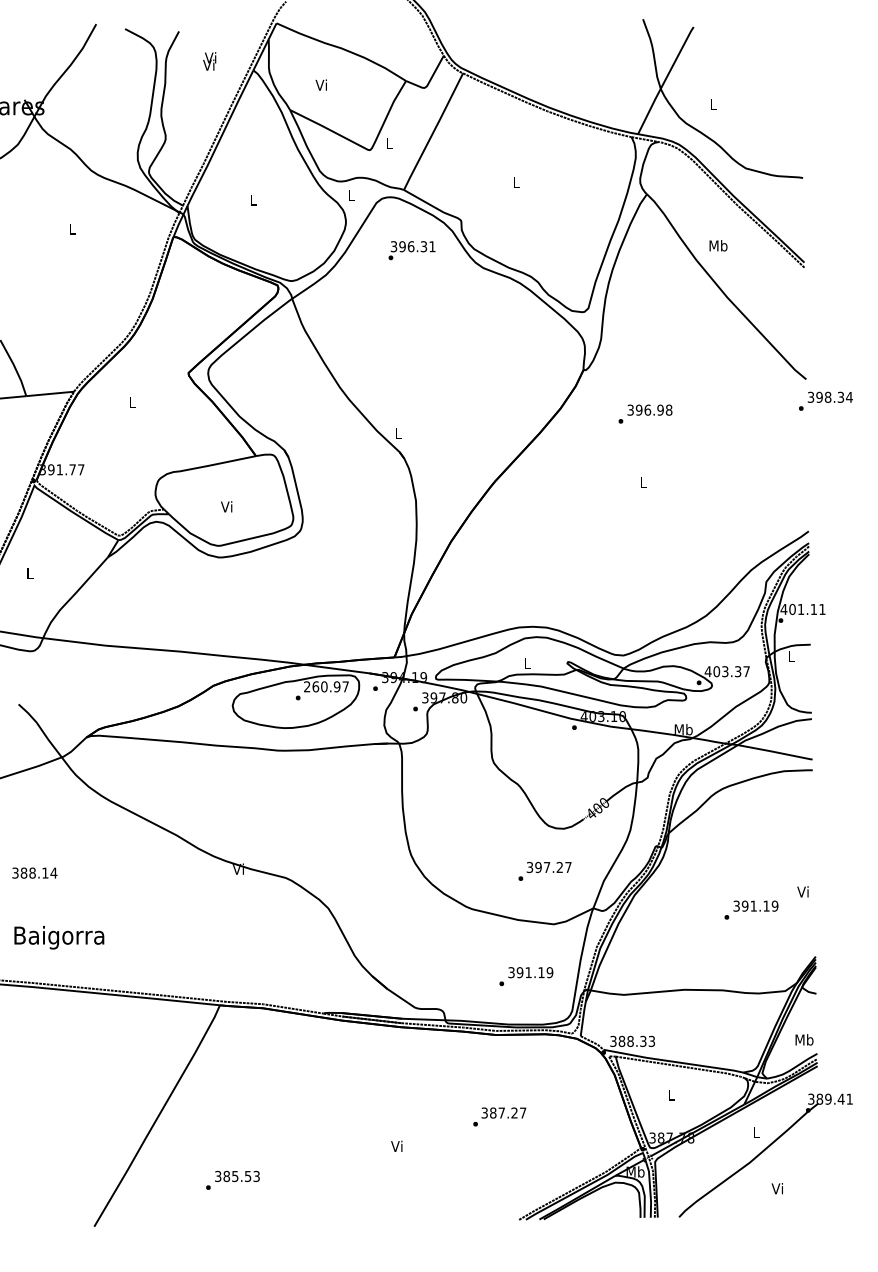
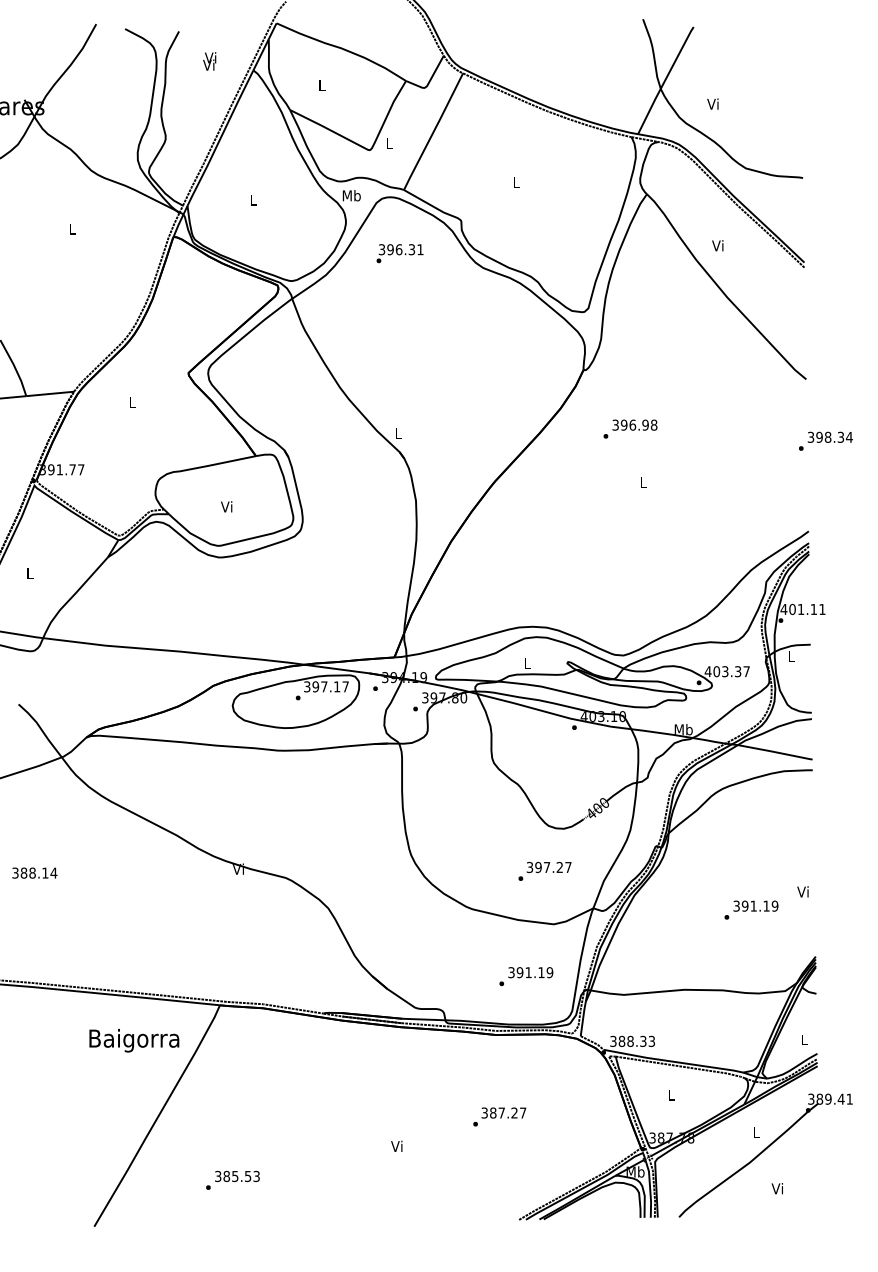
text at (320, 84): Vi -> L
text at (712, 103): L -> Vi
text at (351, 195): L -> Mb
text at (718, 245): Mb -> Vi
text at (411, 250) position: (411, 250) -> (399, 253)
text at (825, 400) position: (825, 400) -> (825, 440)
text at (645, 413) position: (645, 413) -> (630, 428)
text at (322, 686): 260.97 -> 397.17
text at (59, 937) position: (59, 937) -> (134, 1040)
text at (804, 1039): Mb -> L
